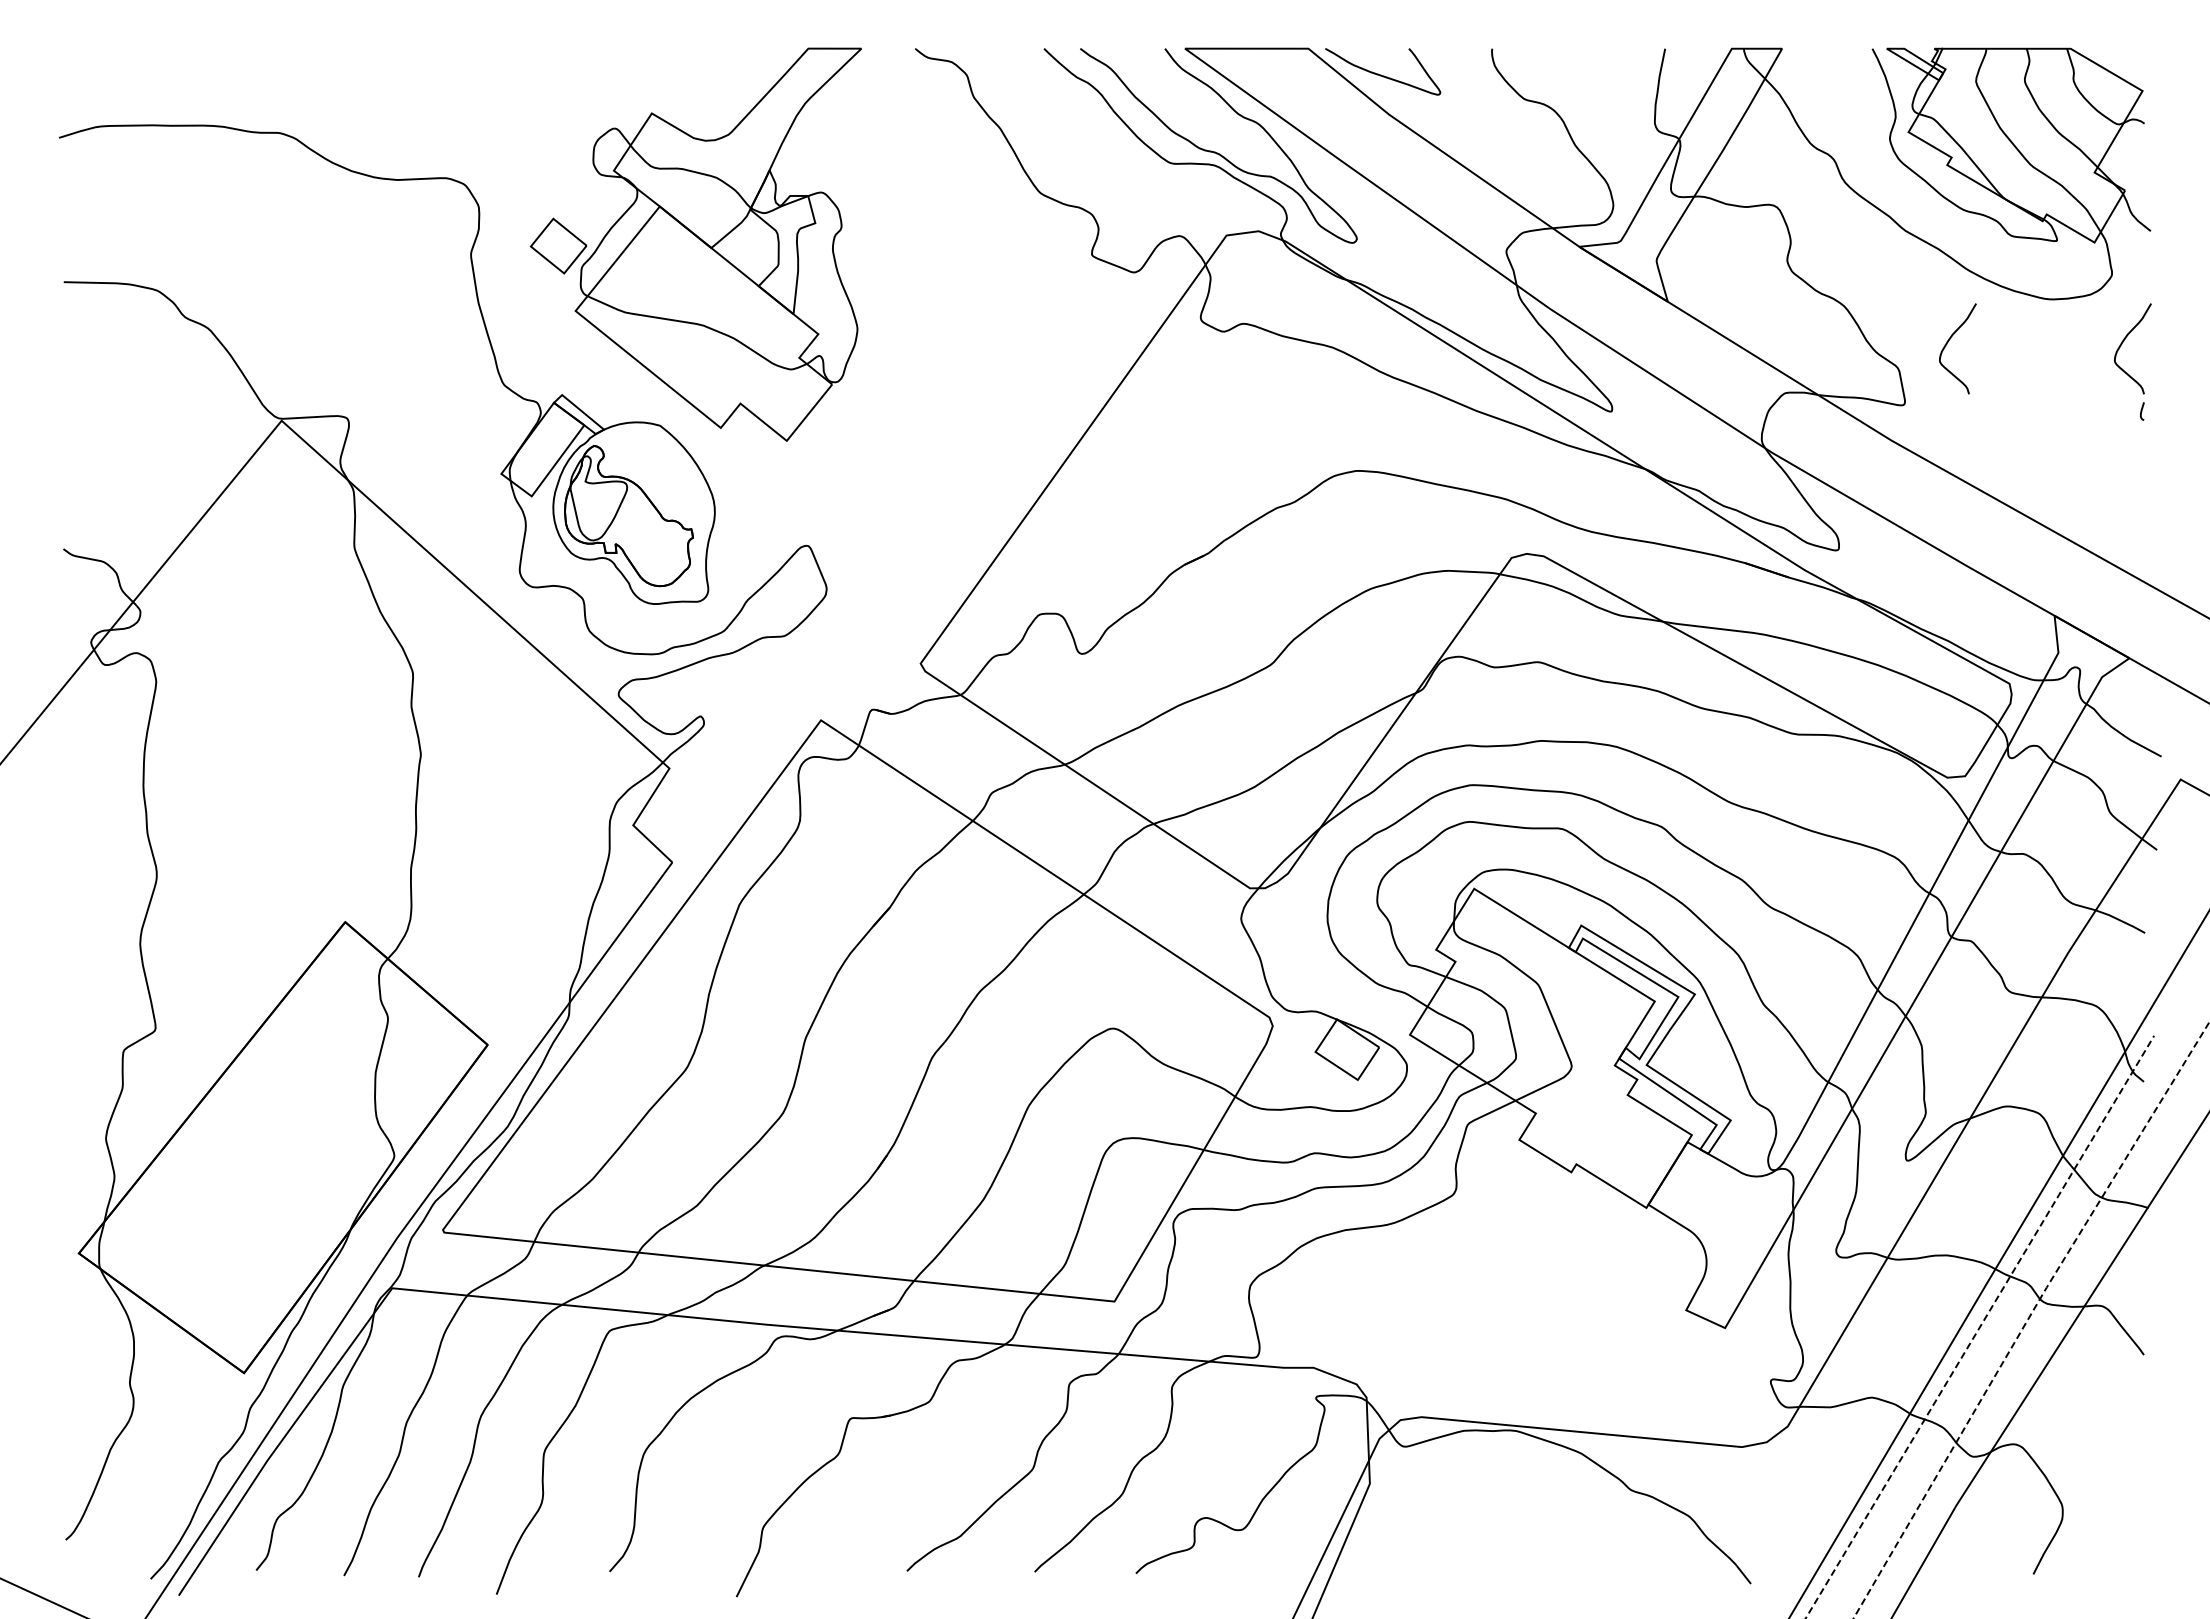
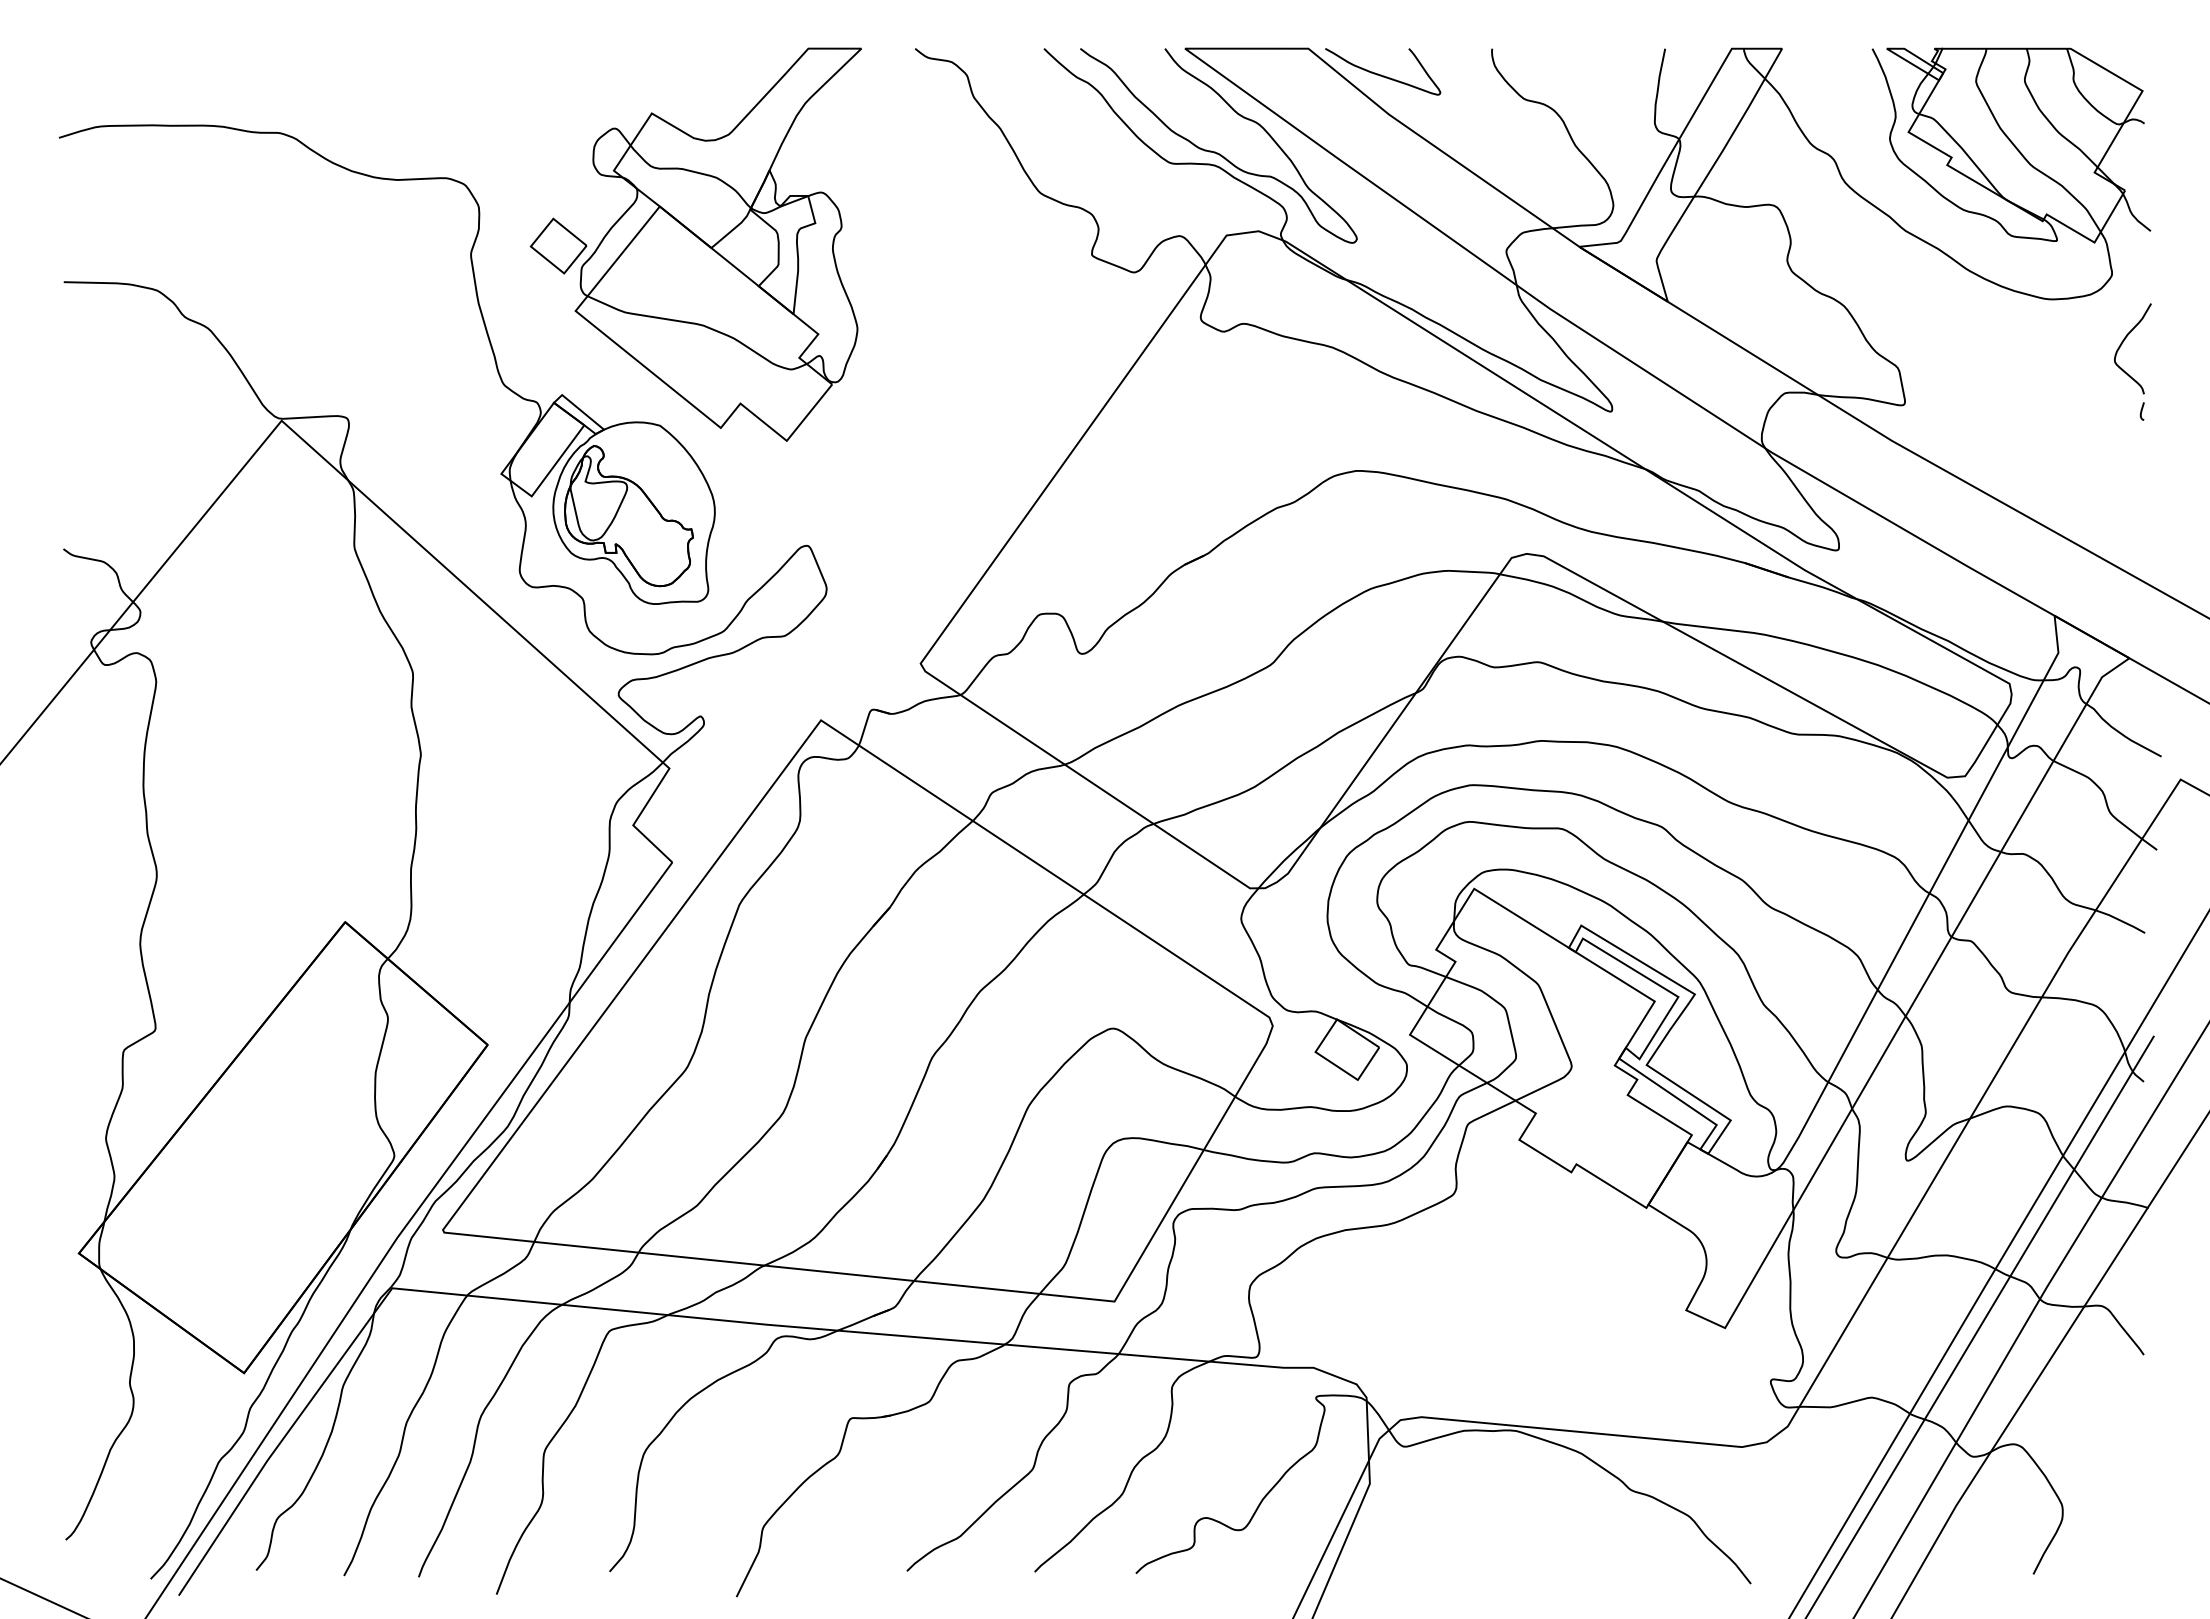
curve at (1949, 341): present -> none
line at (2029, 1317): dashed -> solid
line at (1980, 1326): dashed -> solid
